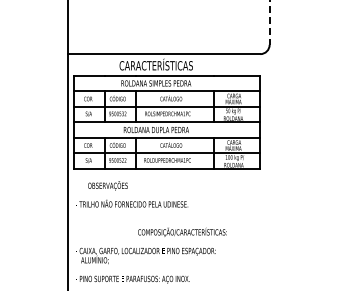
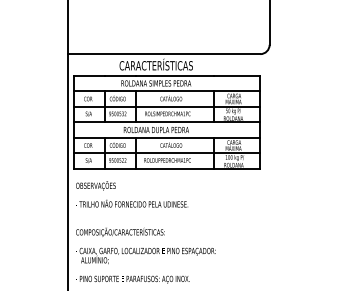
line at (269, 22): dashed -> solid
text at (107, 185) position: (107, 185) -> (95, 185)
text at (182, 231) position: (182, 231) -> (120, 231)
